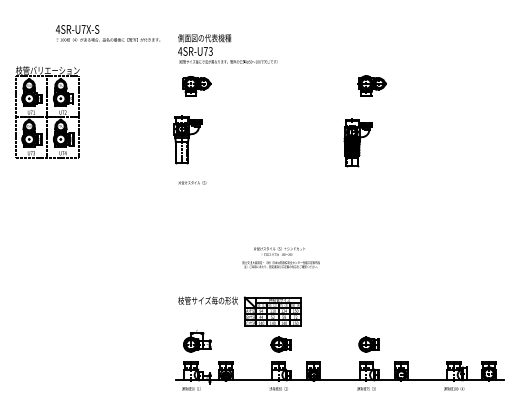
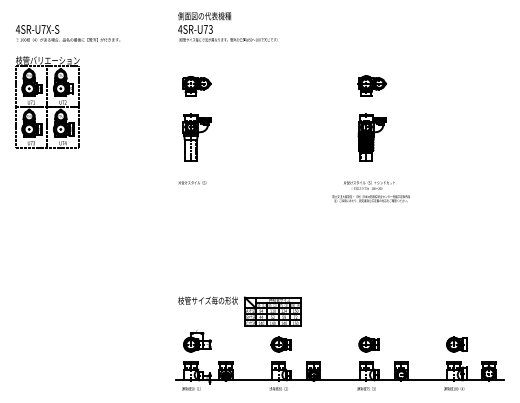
text at (108, 33) position: (108, 33) -> (68, 33)
text at (227, 48) position: (227, 48) -> (227, 26)
part at (47, 112) position: (47, 112) -> (47, 102)
part at (187, 139) position: (187, 139) -> (196, 137)
part at (357, 142) position: (357, 142) -> (371, 137)
text at (280, 257) position: (280, 257) -> (370, 191)
part at (456, 344): none -> present
